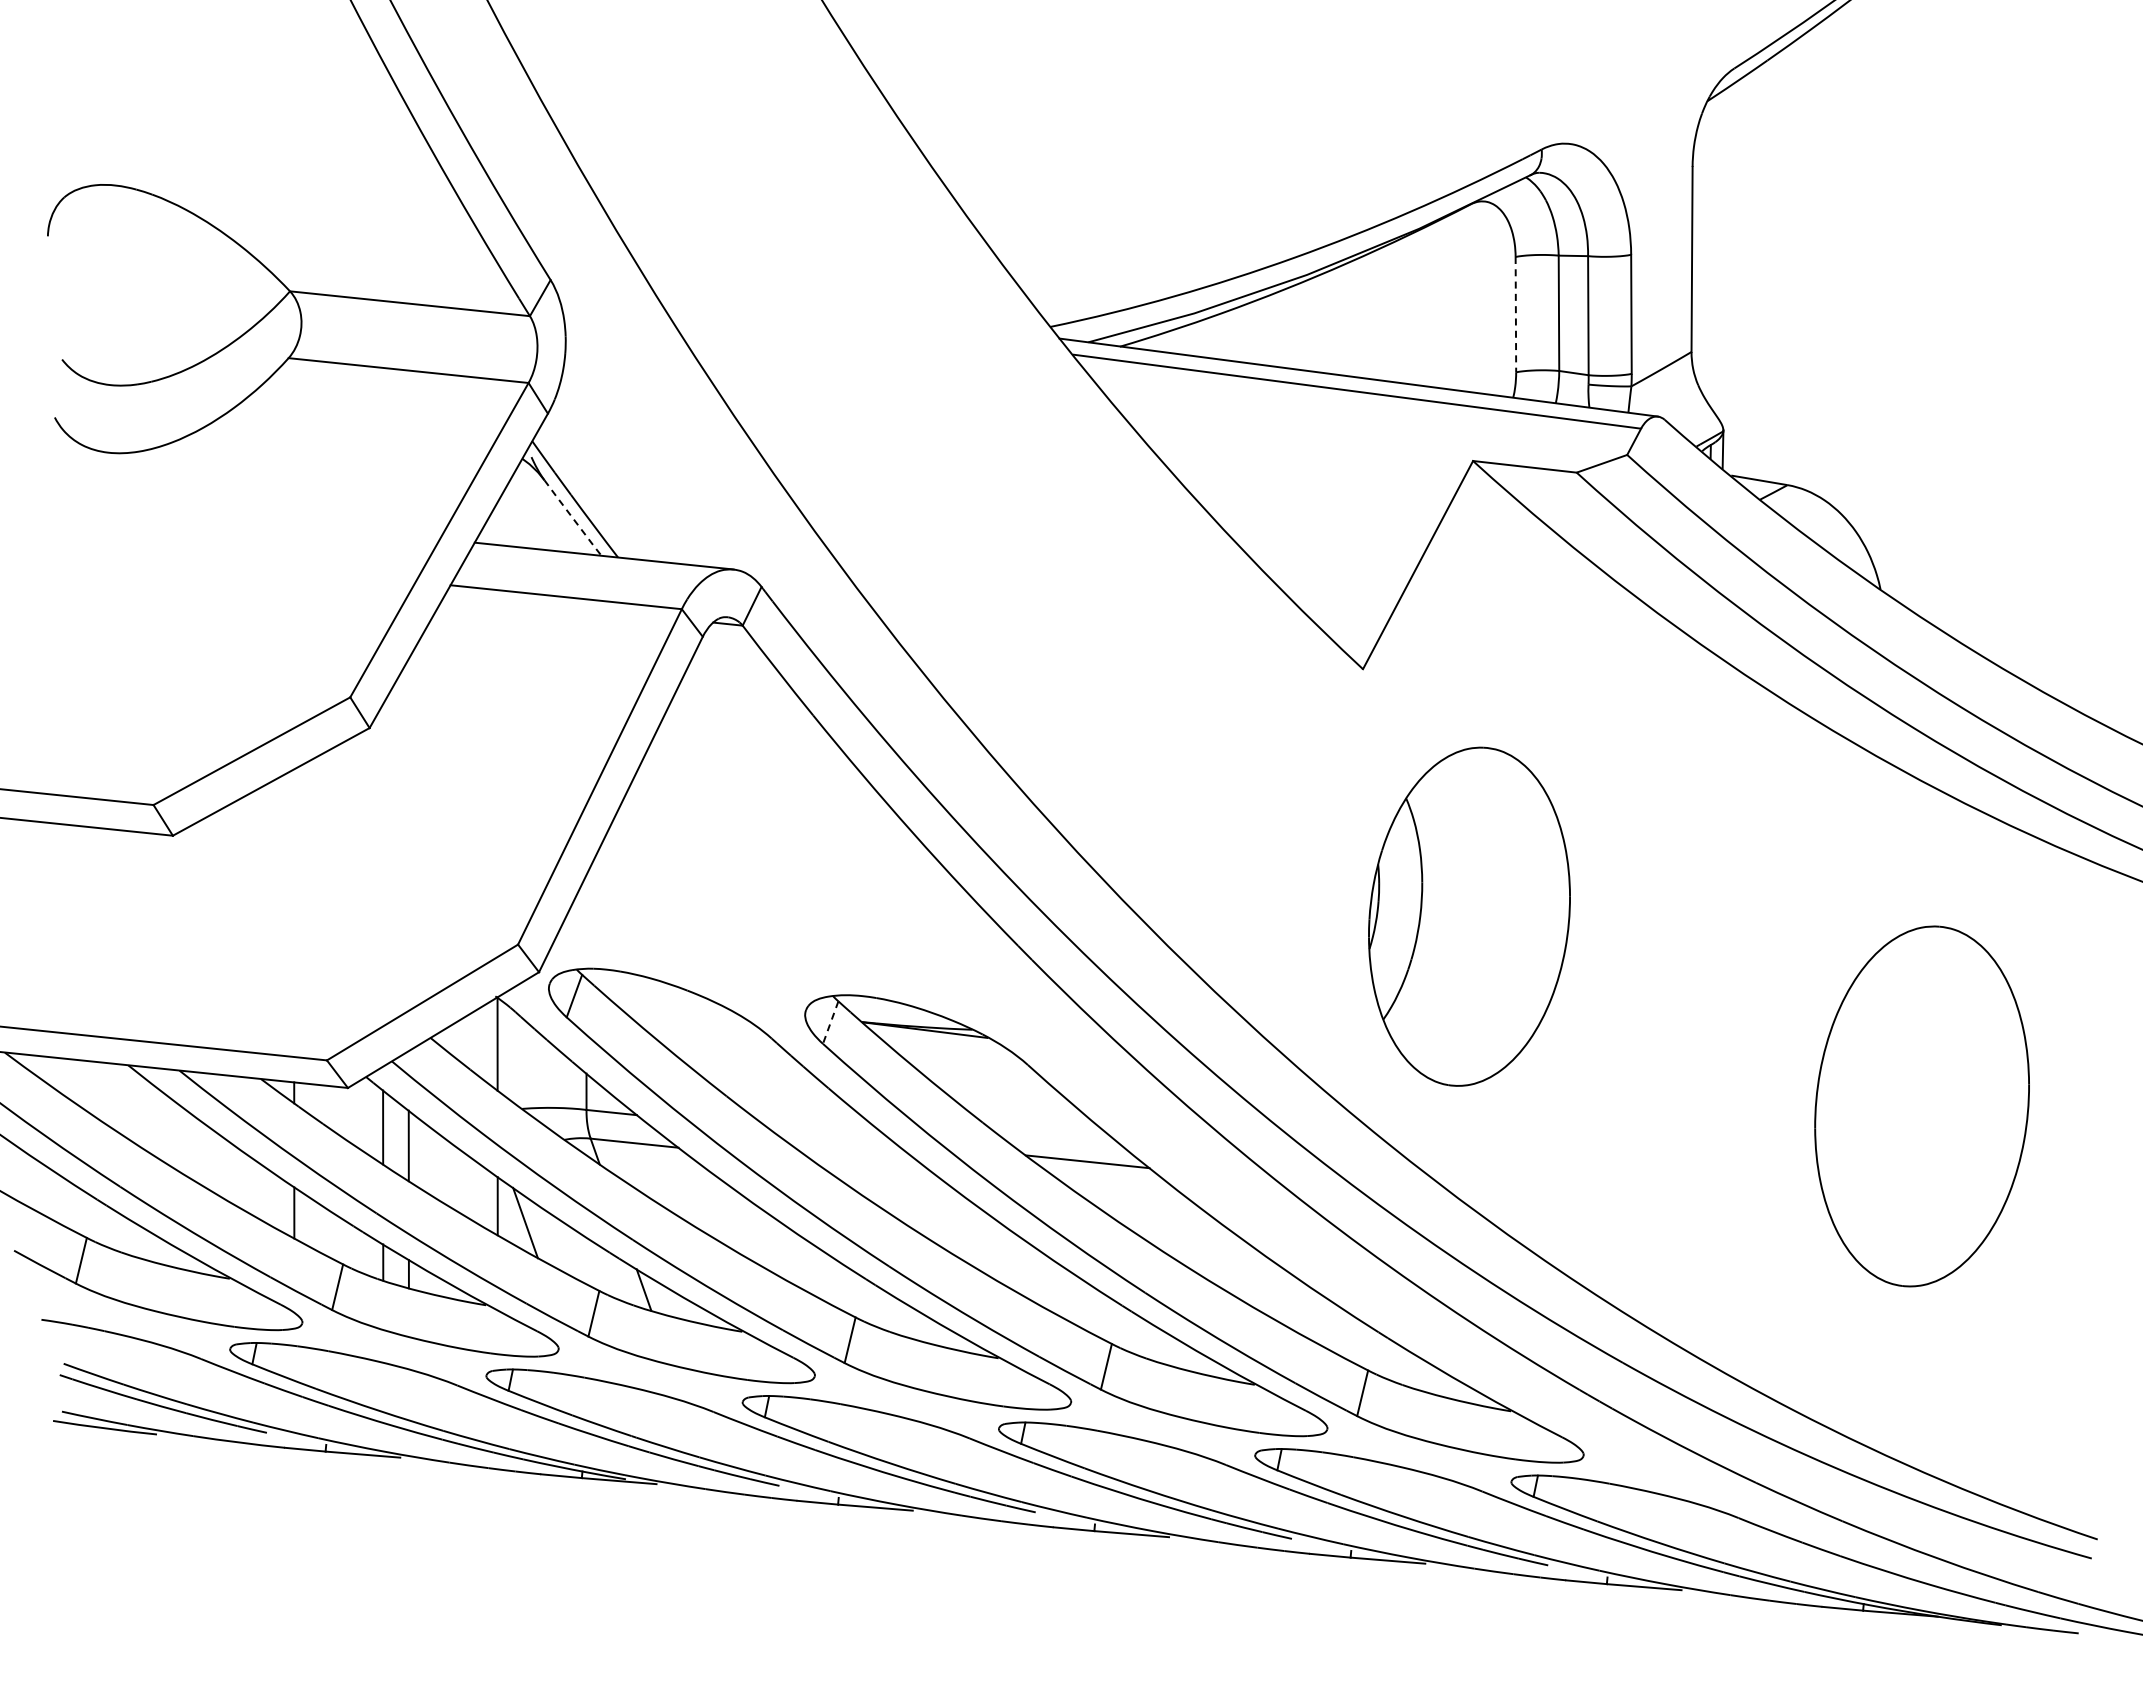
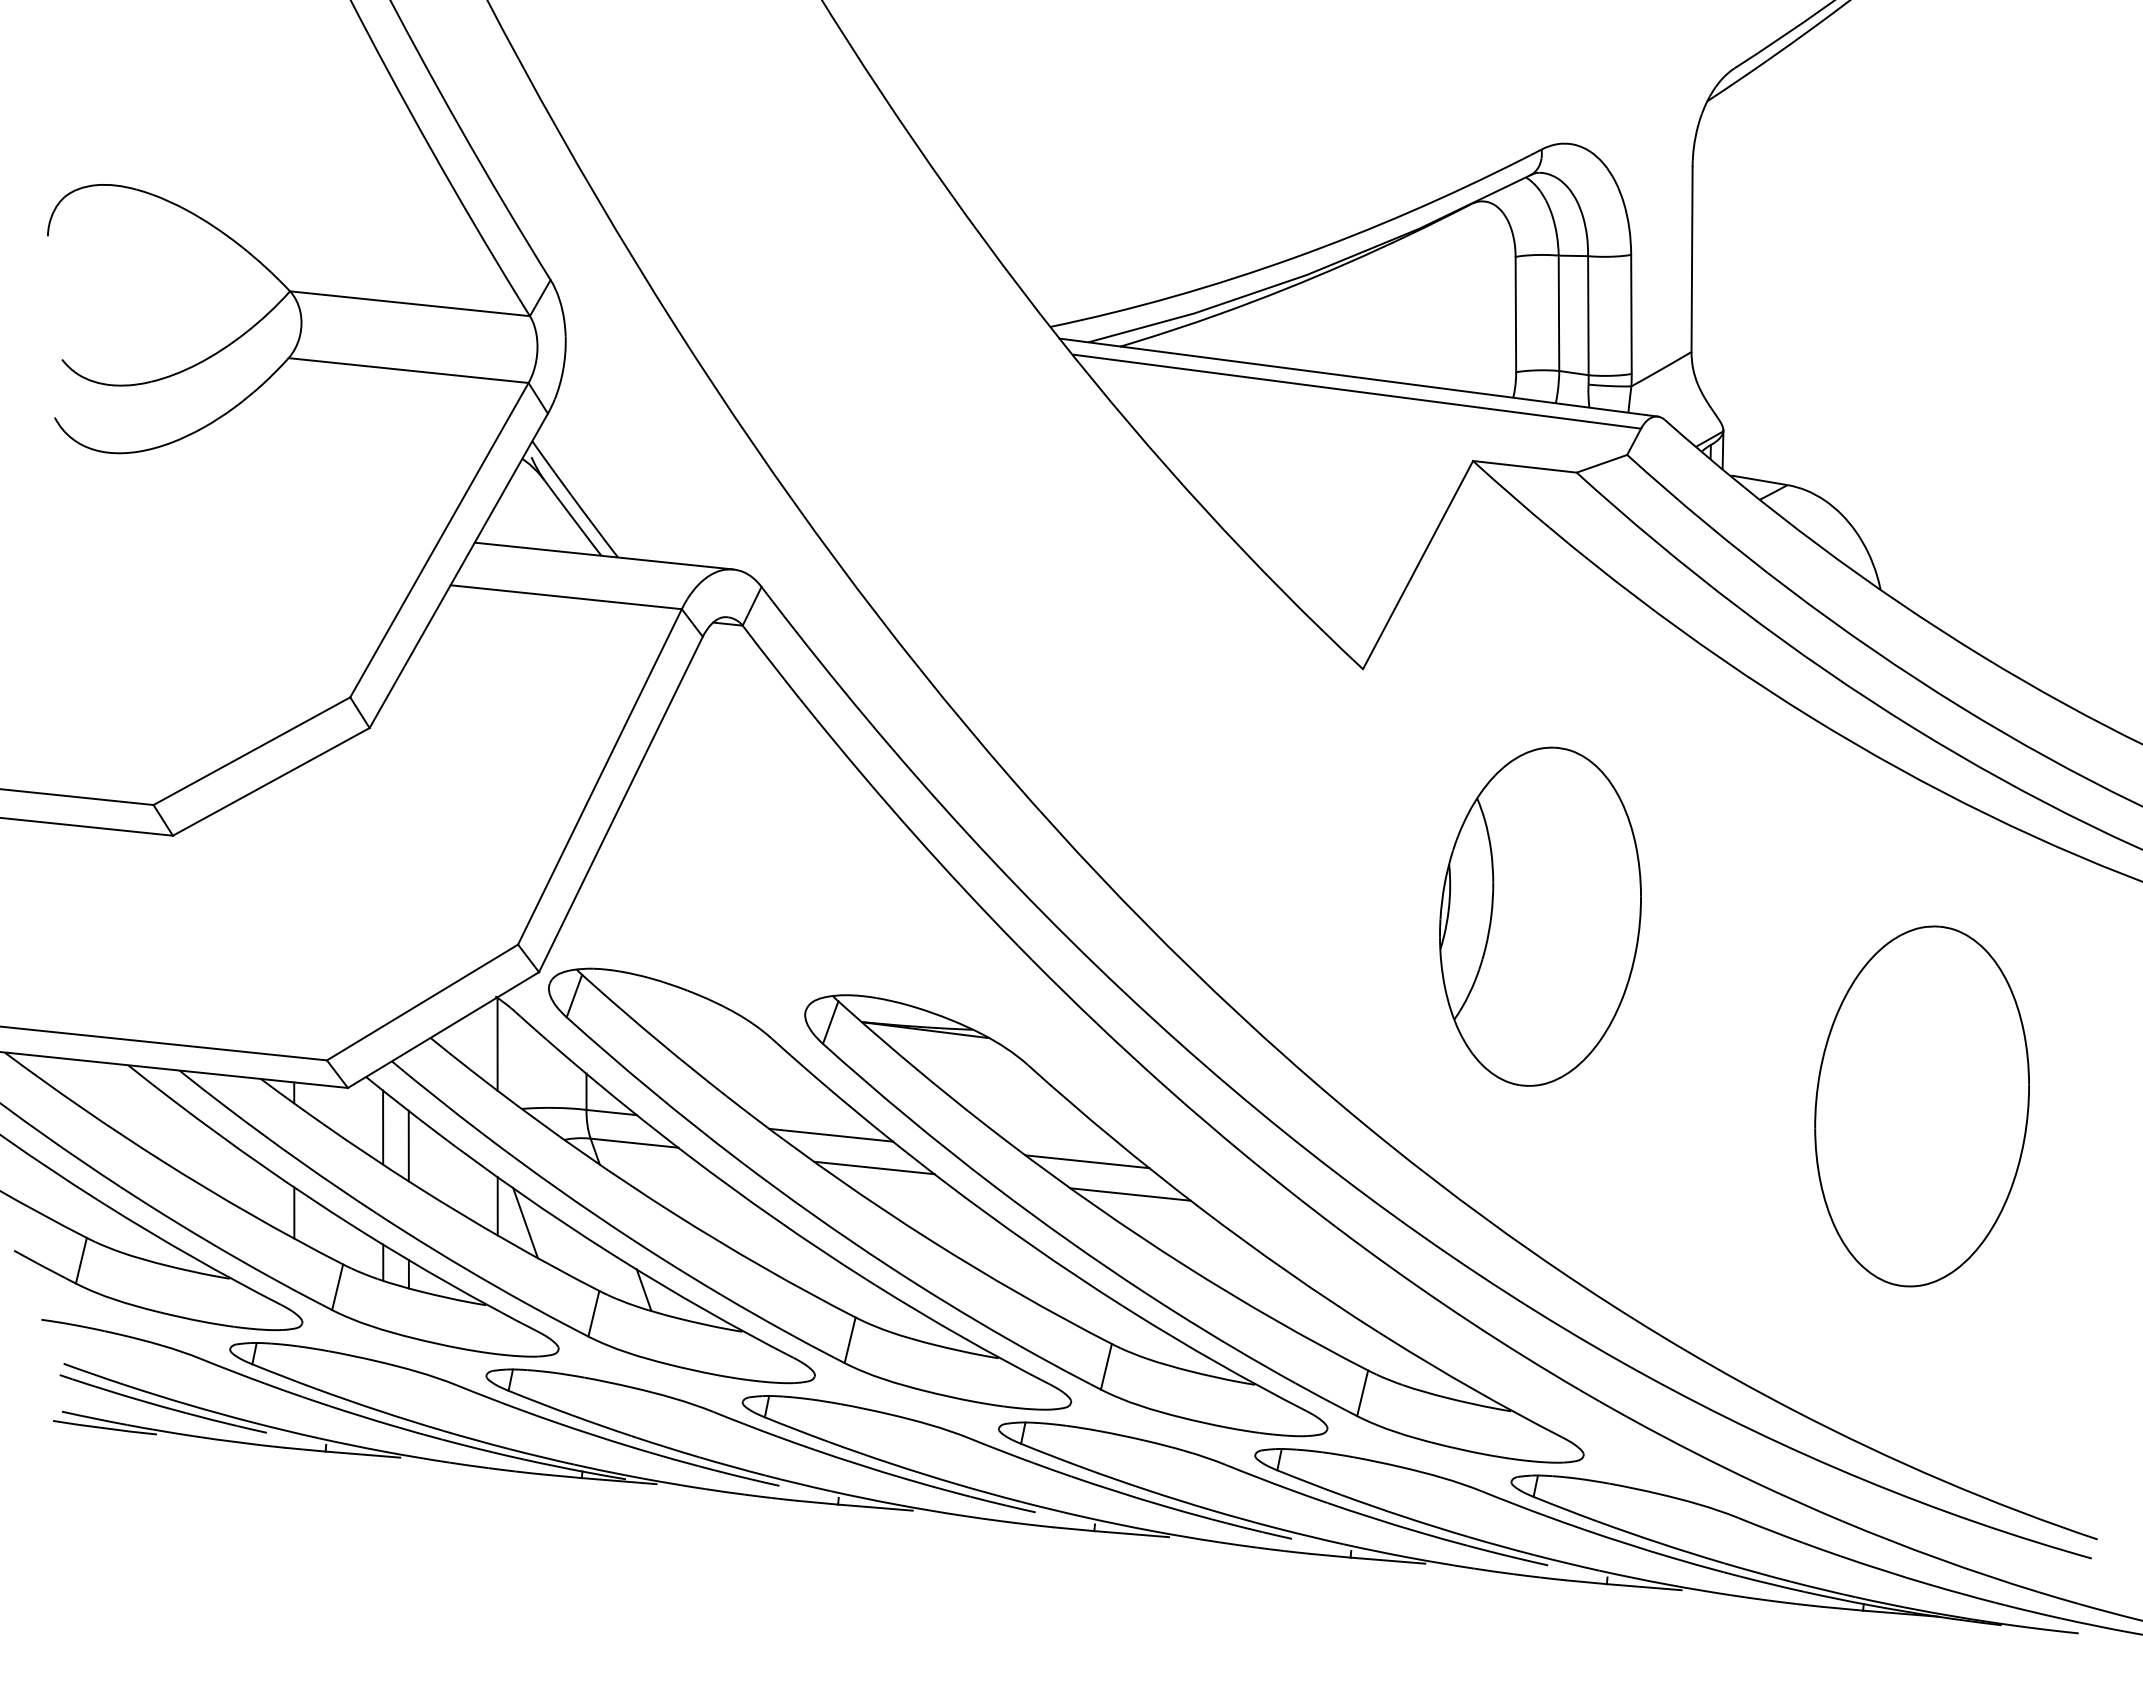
line at (1515, 314): dashed -> solid
line at (573, 518): dashed -> solid
part at (1469, 916) position: (1469, 916) -> (1540, 916)
line at (830, 1022): dashed -> solid
line at (831, 1134): none -> present
line at (874, 1167): none -> present
line at (1130, 1194): none -> present
